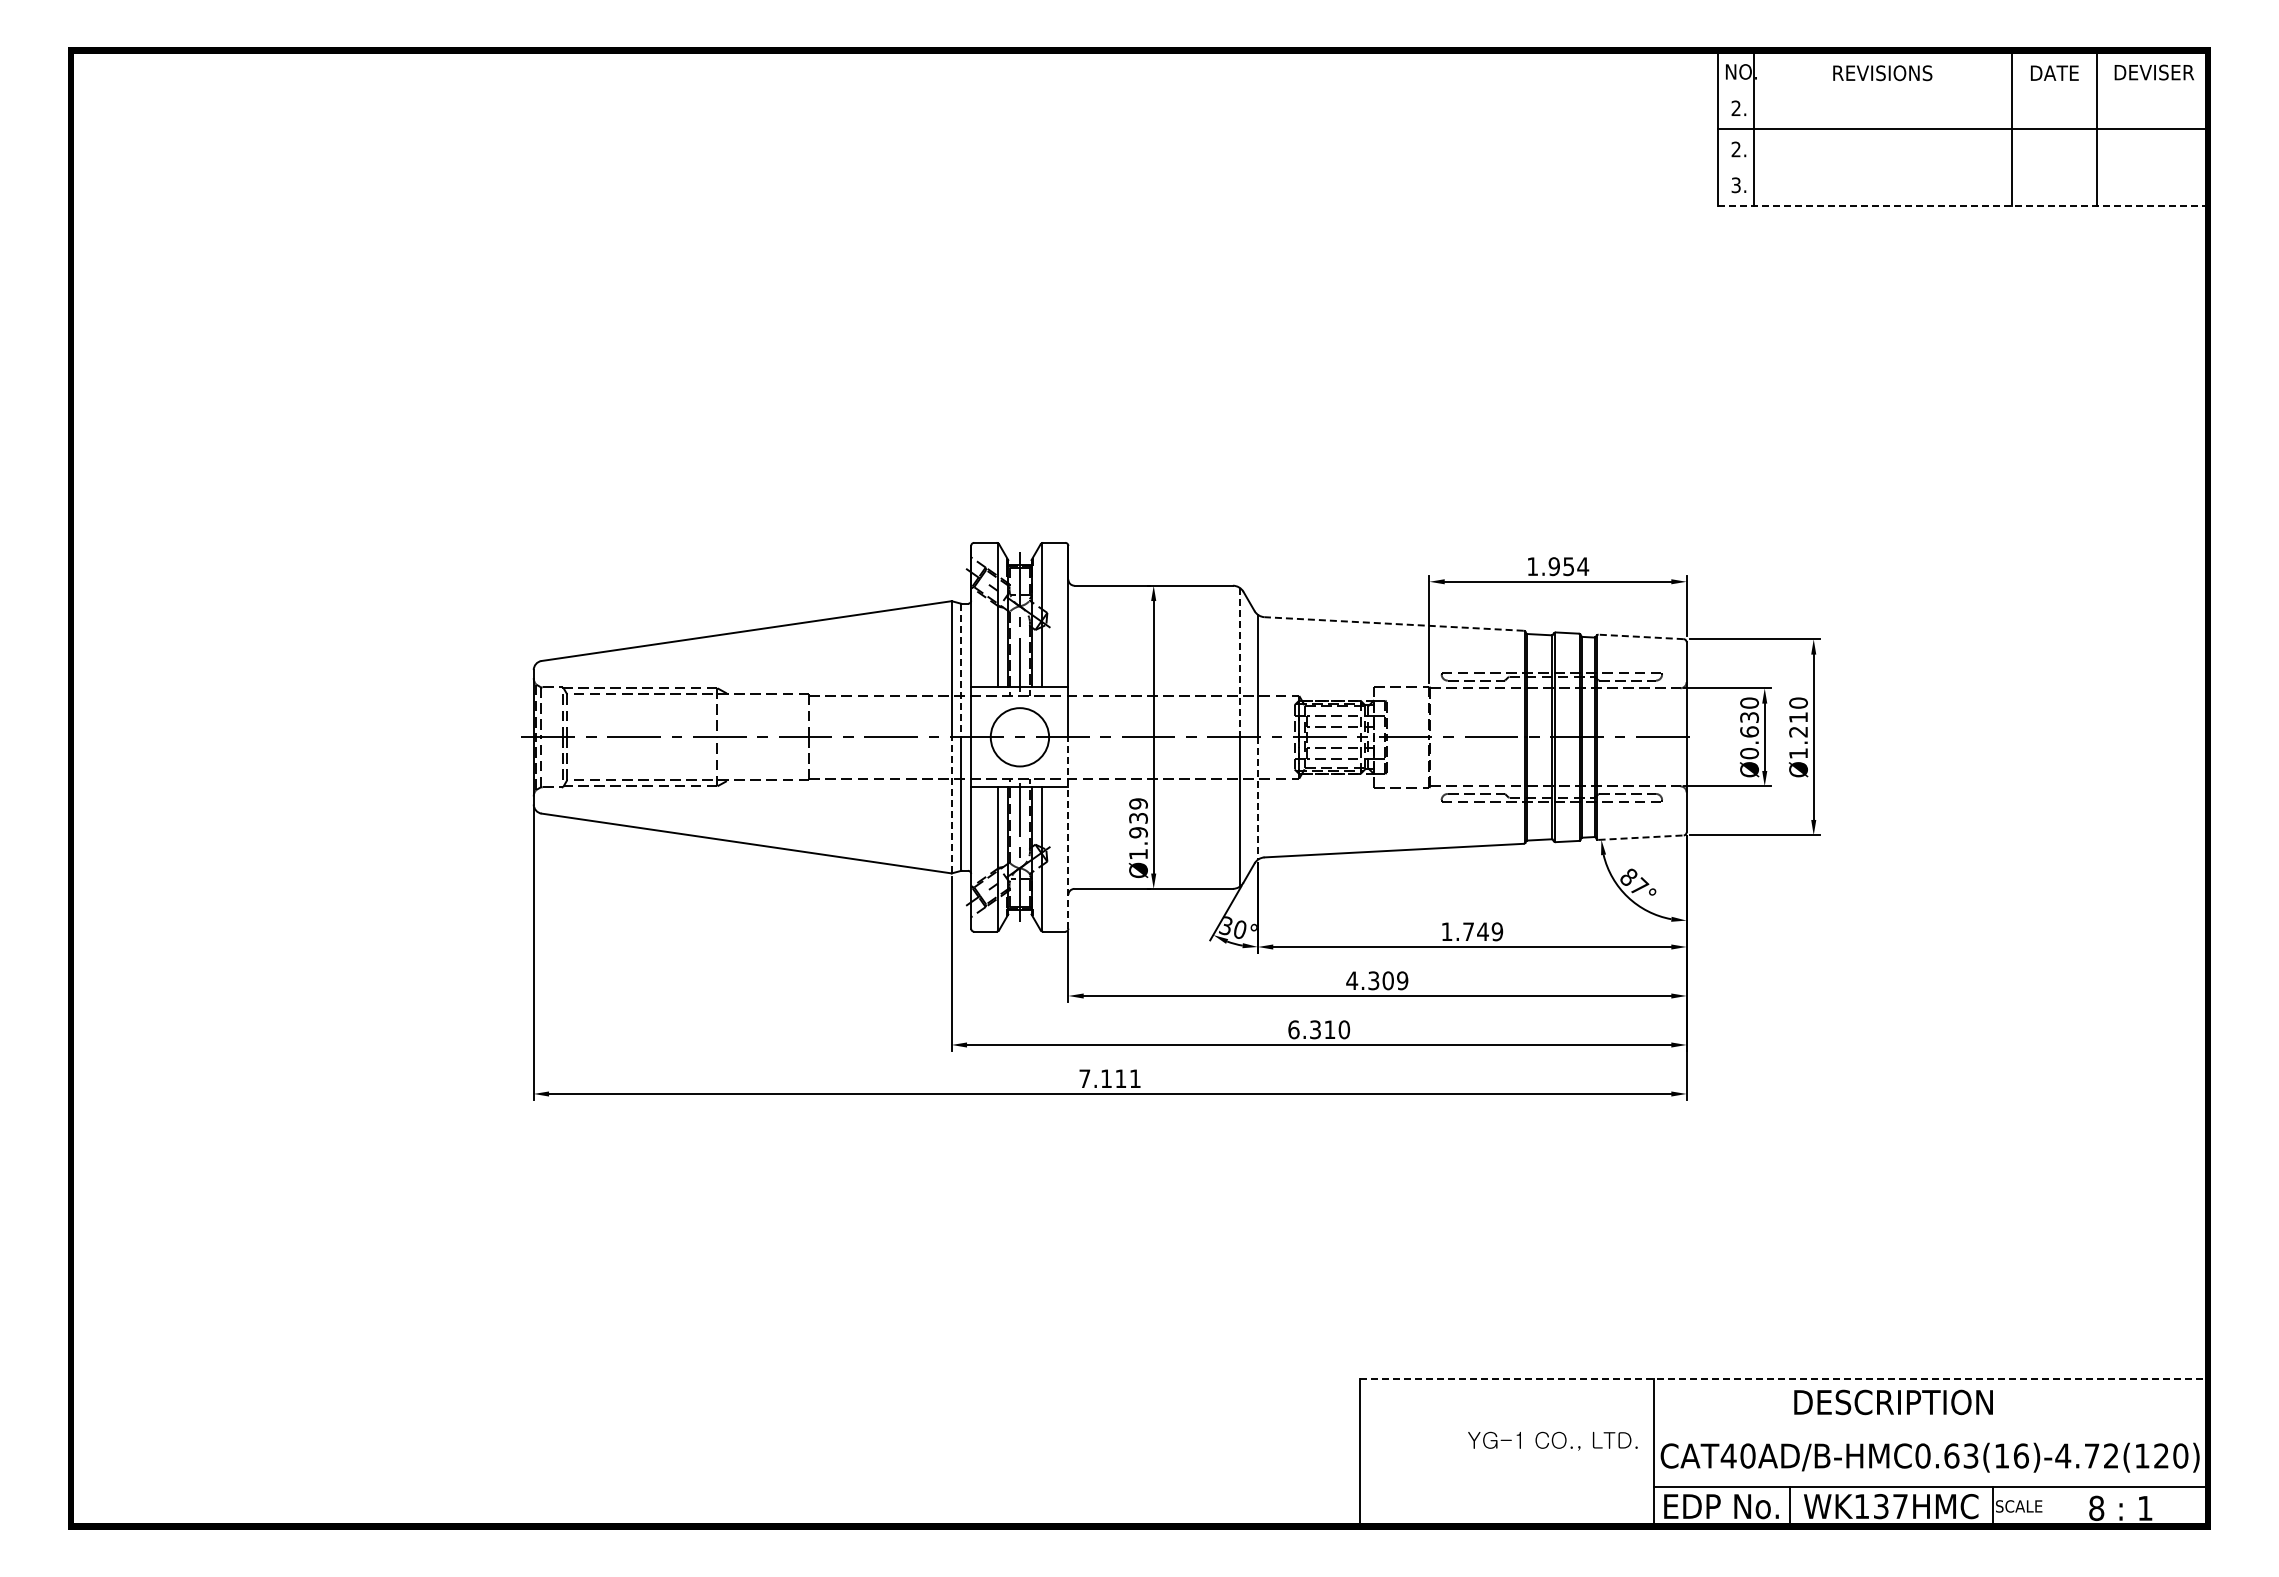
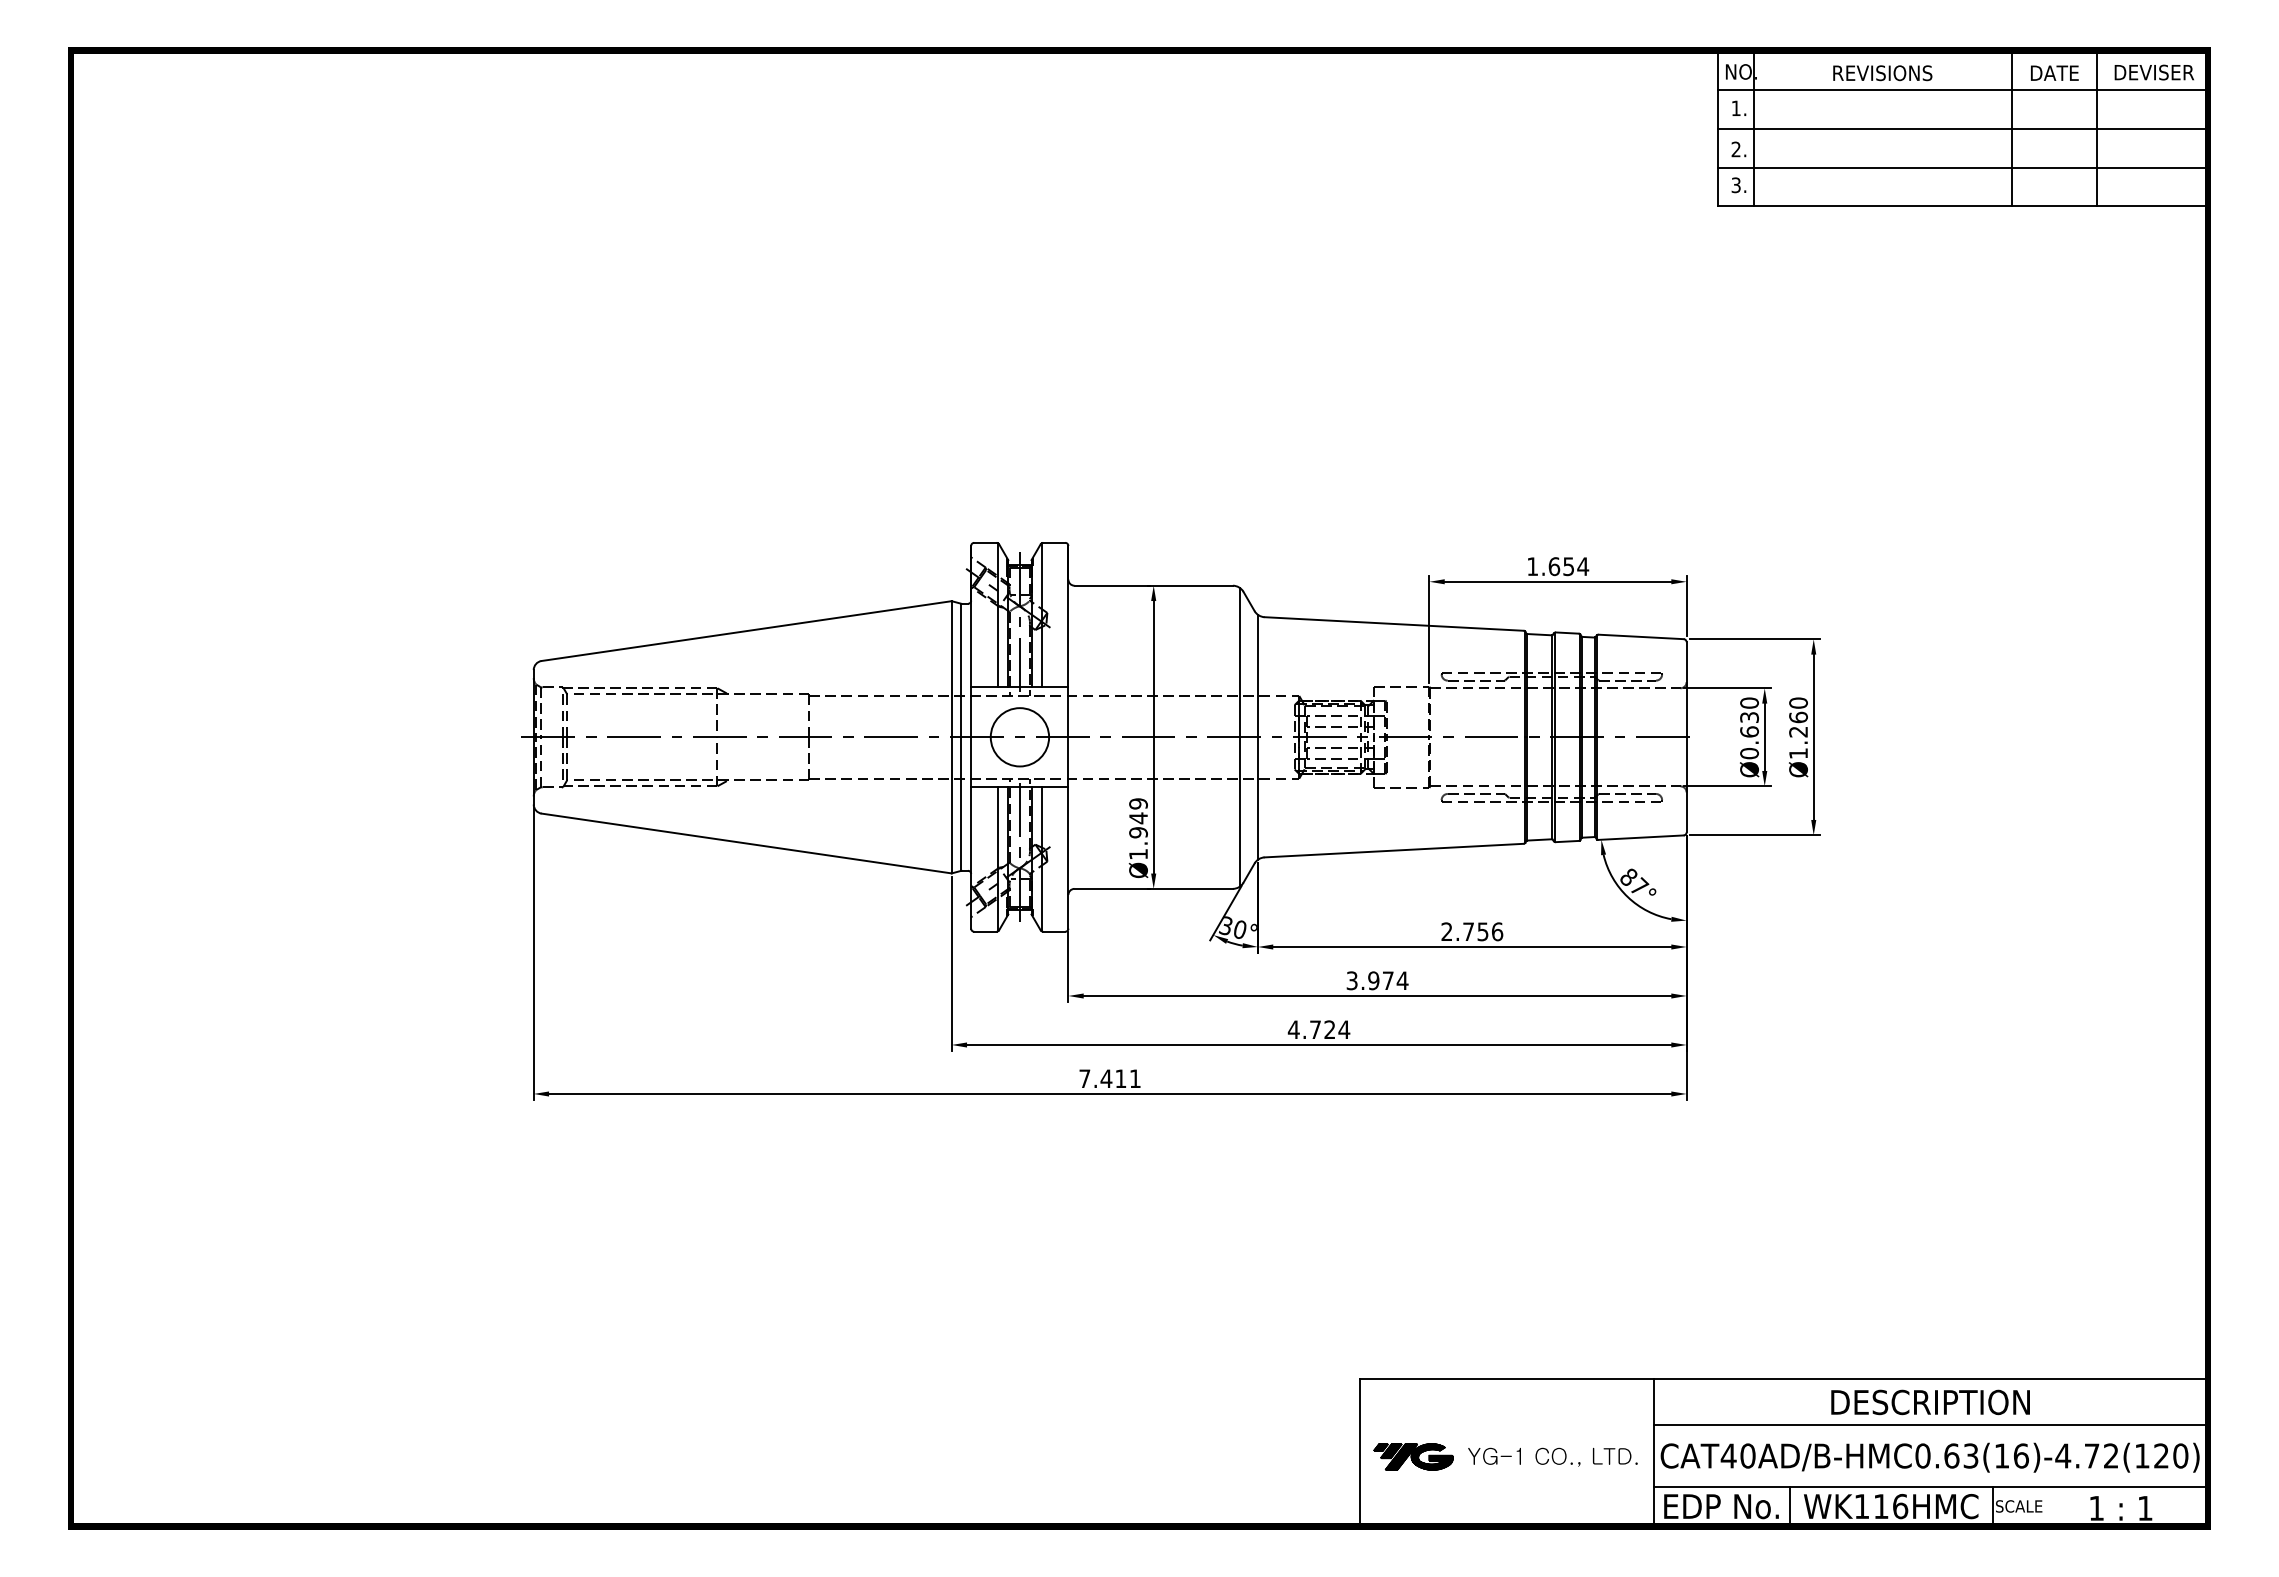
line at (1962, 89): none -> present
text at (1735, 107): 2. -> 1.
line at (1962, 168): none -> present
line at (1962, 205): dashed -> solid
text at (1554, 566): 1.954 -> 1.654
line at (1394, 623): dashed -> solid
line at (1641, 636): dashed -> solid
line at (1239, 662): dashed -> solid
line at (961, 670): dashed -> solid
text at (1798, 717): Ø1.210 -> Ø1.260
line at (1257, 799): dashed -> solid
line at (951, 804): dashed -> solid
text at (1138, 818): Ø1.939 -> Ø1.949
line at (1068, 832): dashed -> solid
line at (1641, 837): dashed -> solid
text at (1472, 931): 1.749 -> 2.756
text at (1377, 980): 4.309 -> 3.974
text at (1318, 1029): 6.310 -> 4.724
text at (1106, 1078): 7.111 -> 7.411
line at (1783, 1379): dashed -> solid
text at (1893, 1402) position: (1893, 1402) -> (1930, 1402)
line at (1930, 1425): none -> present
text at (1552, 1440) position: (1552, 1440) -> (1552, 1456)
part at (1413, 1456): none -> present
text at (1891, 1506): WK137HMC -> WK116HMC
text at (2096, 1507): 8 -> 1
